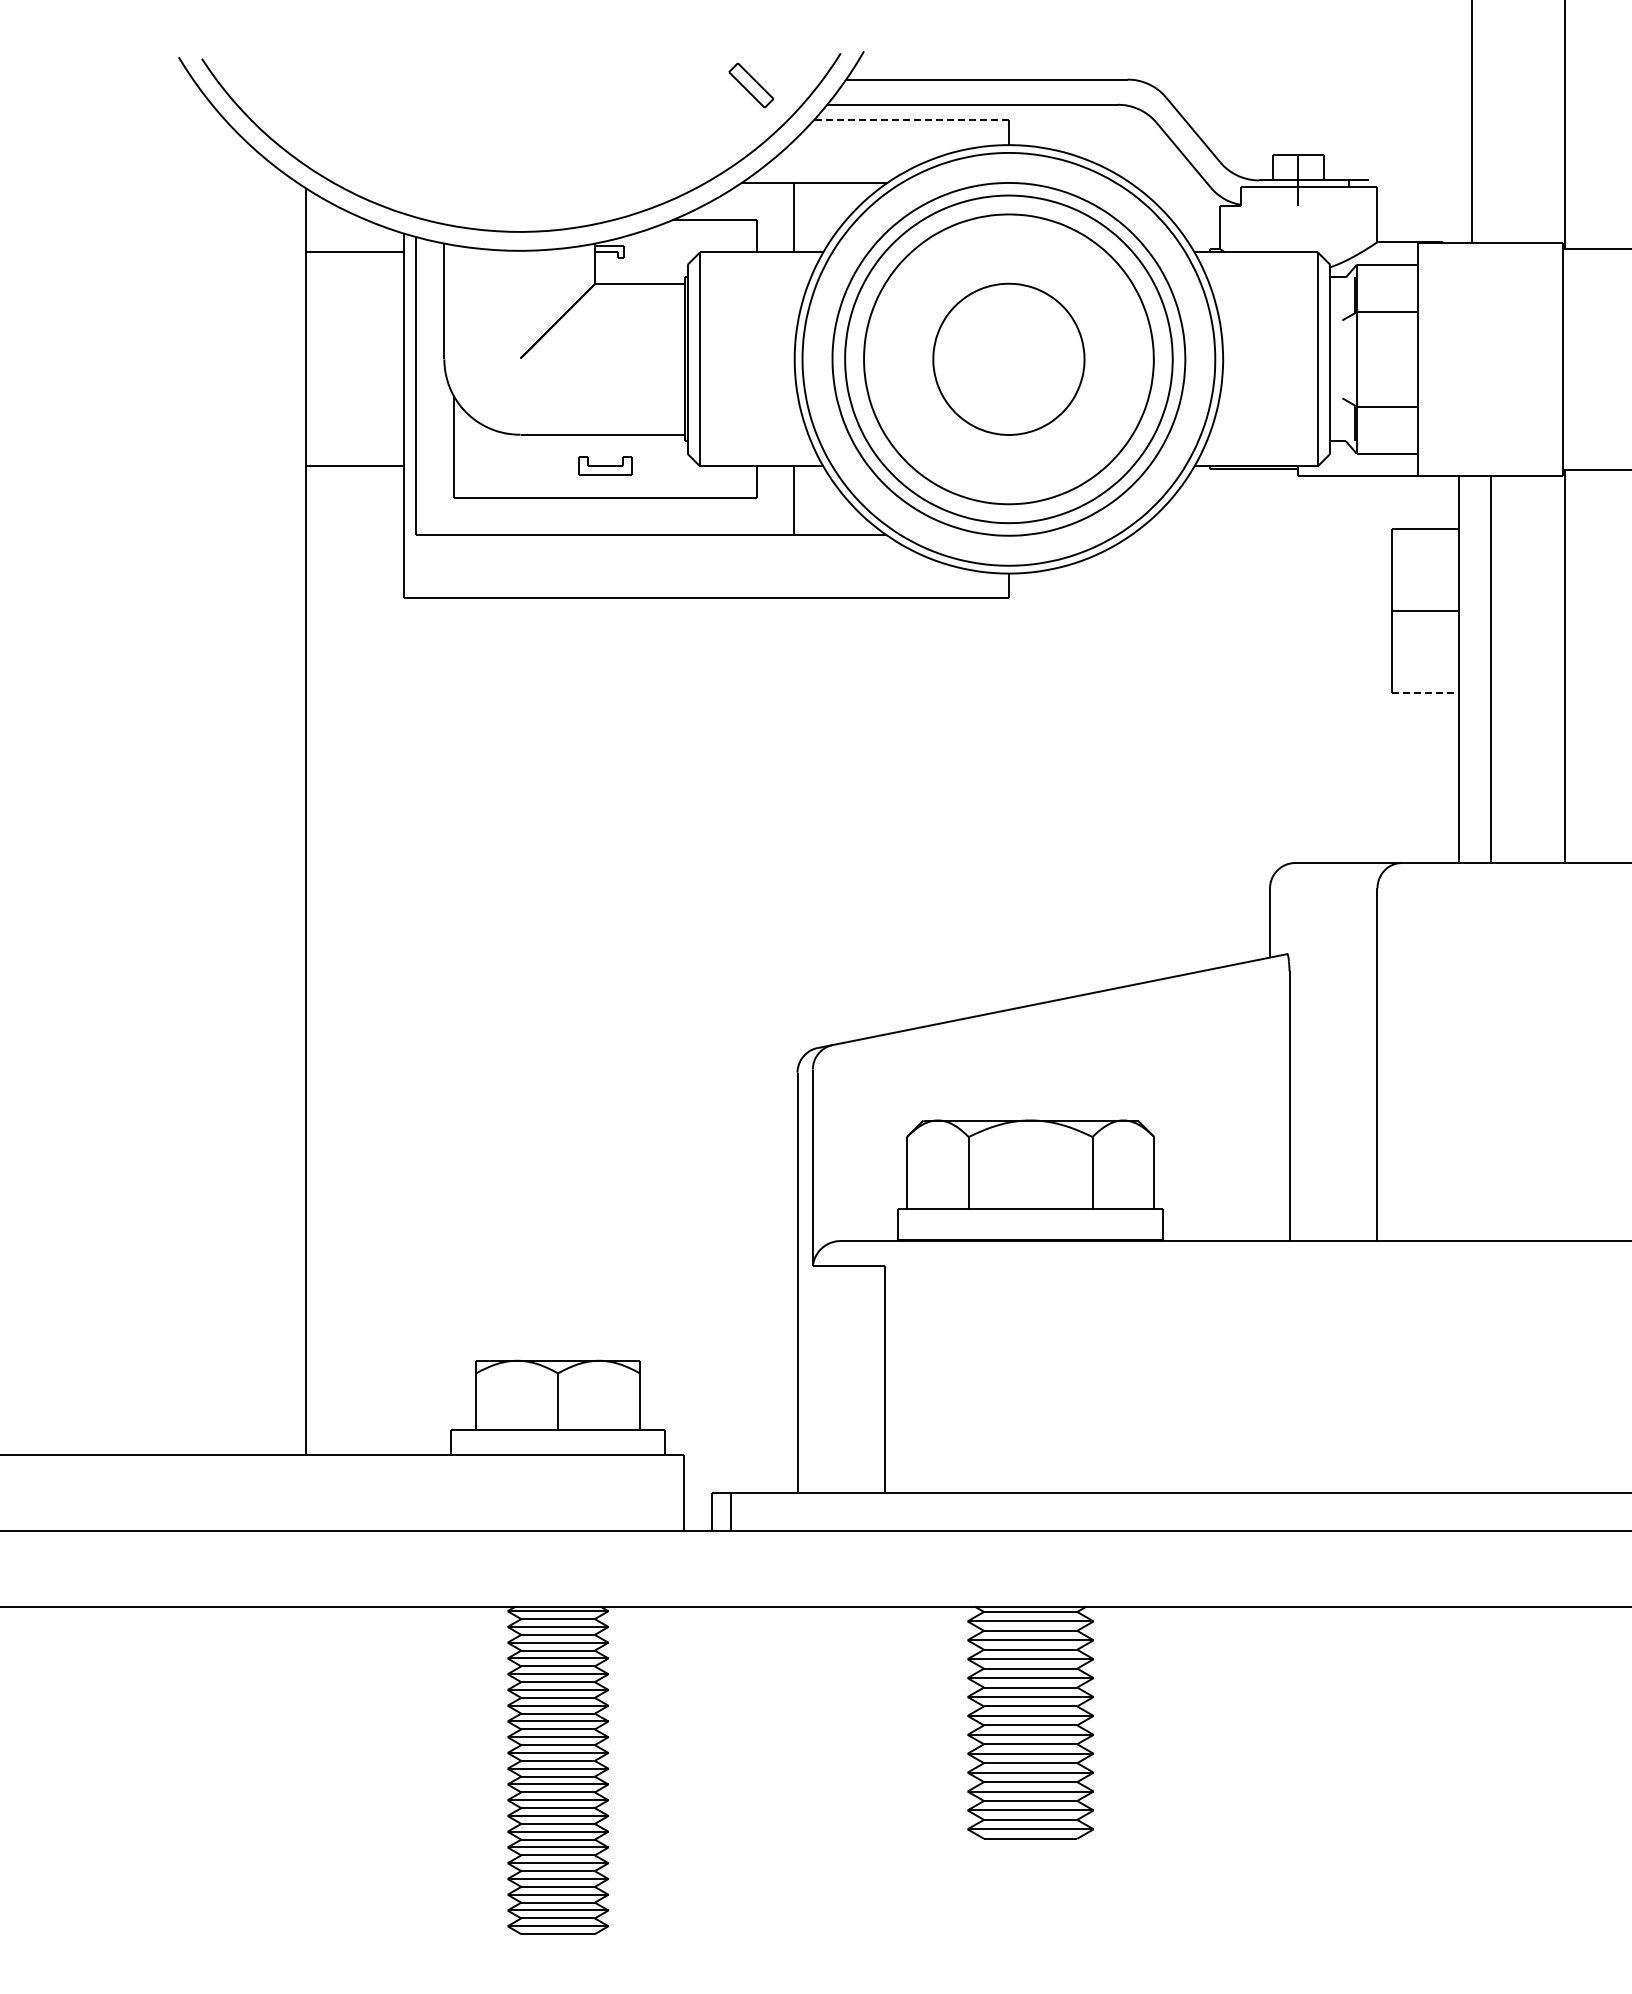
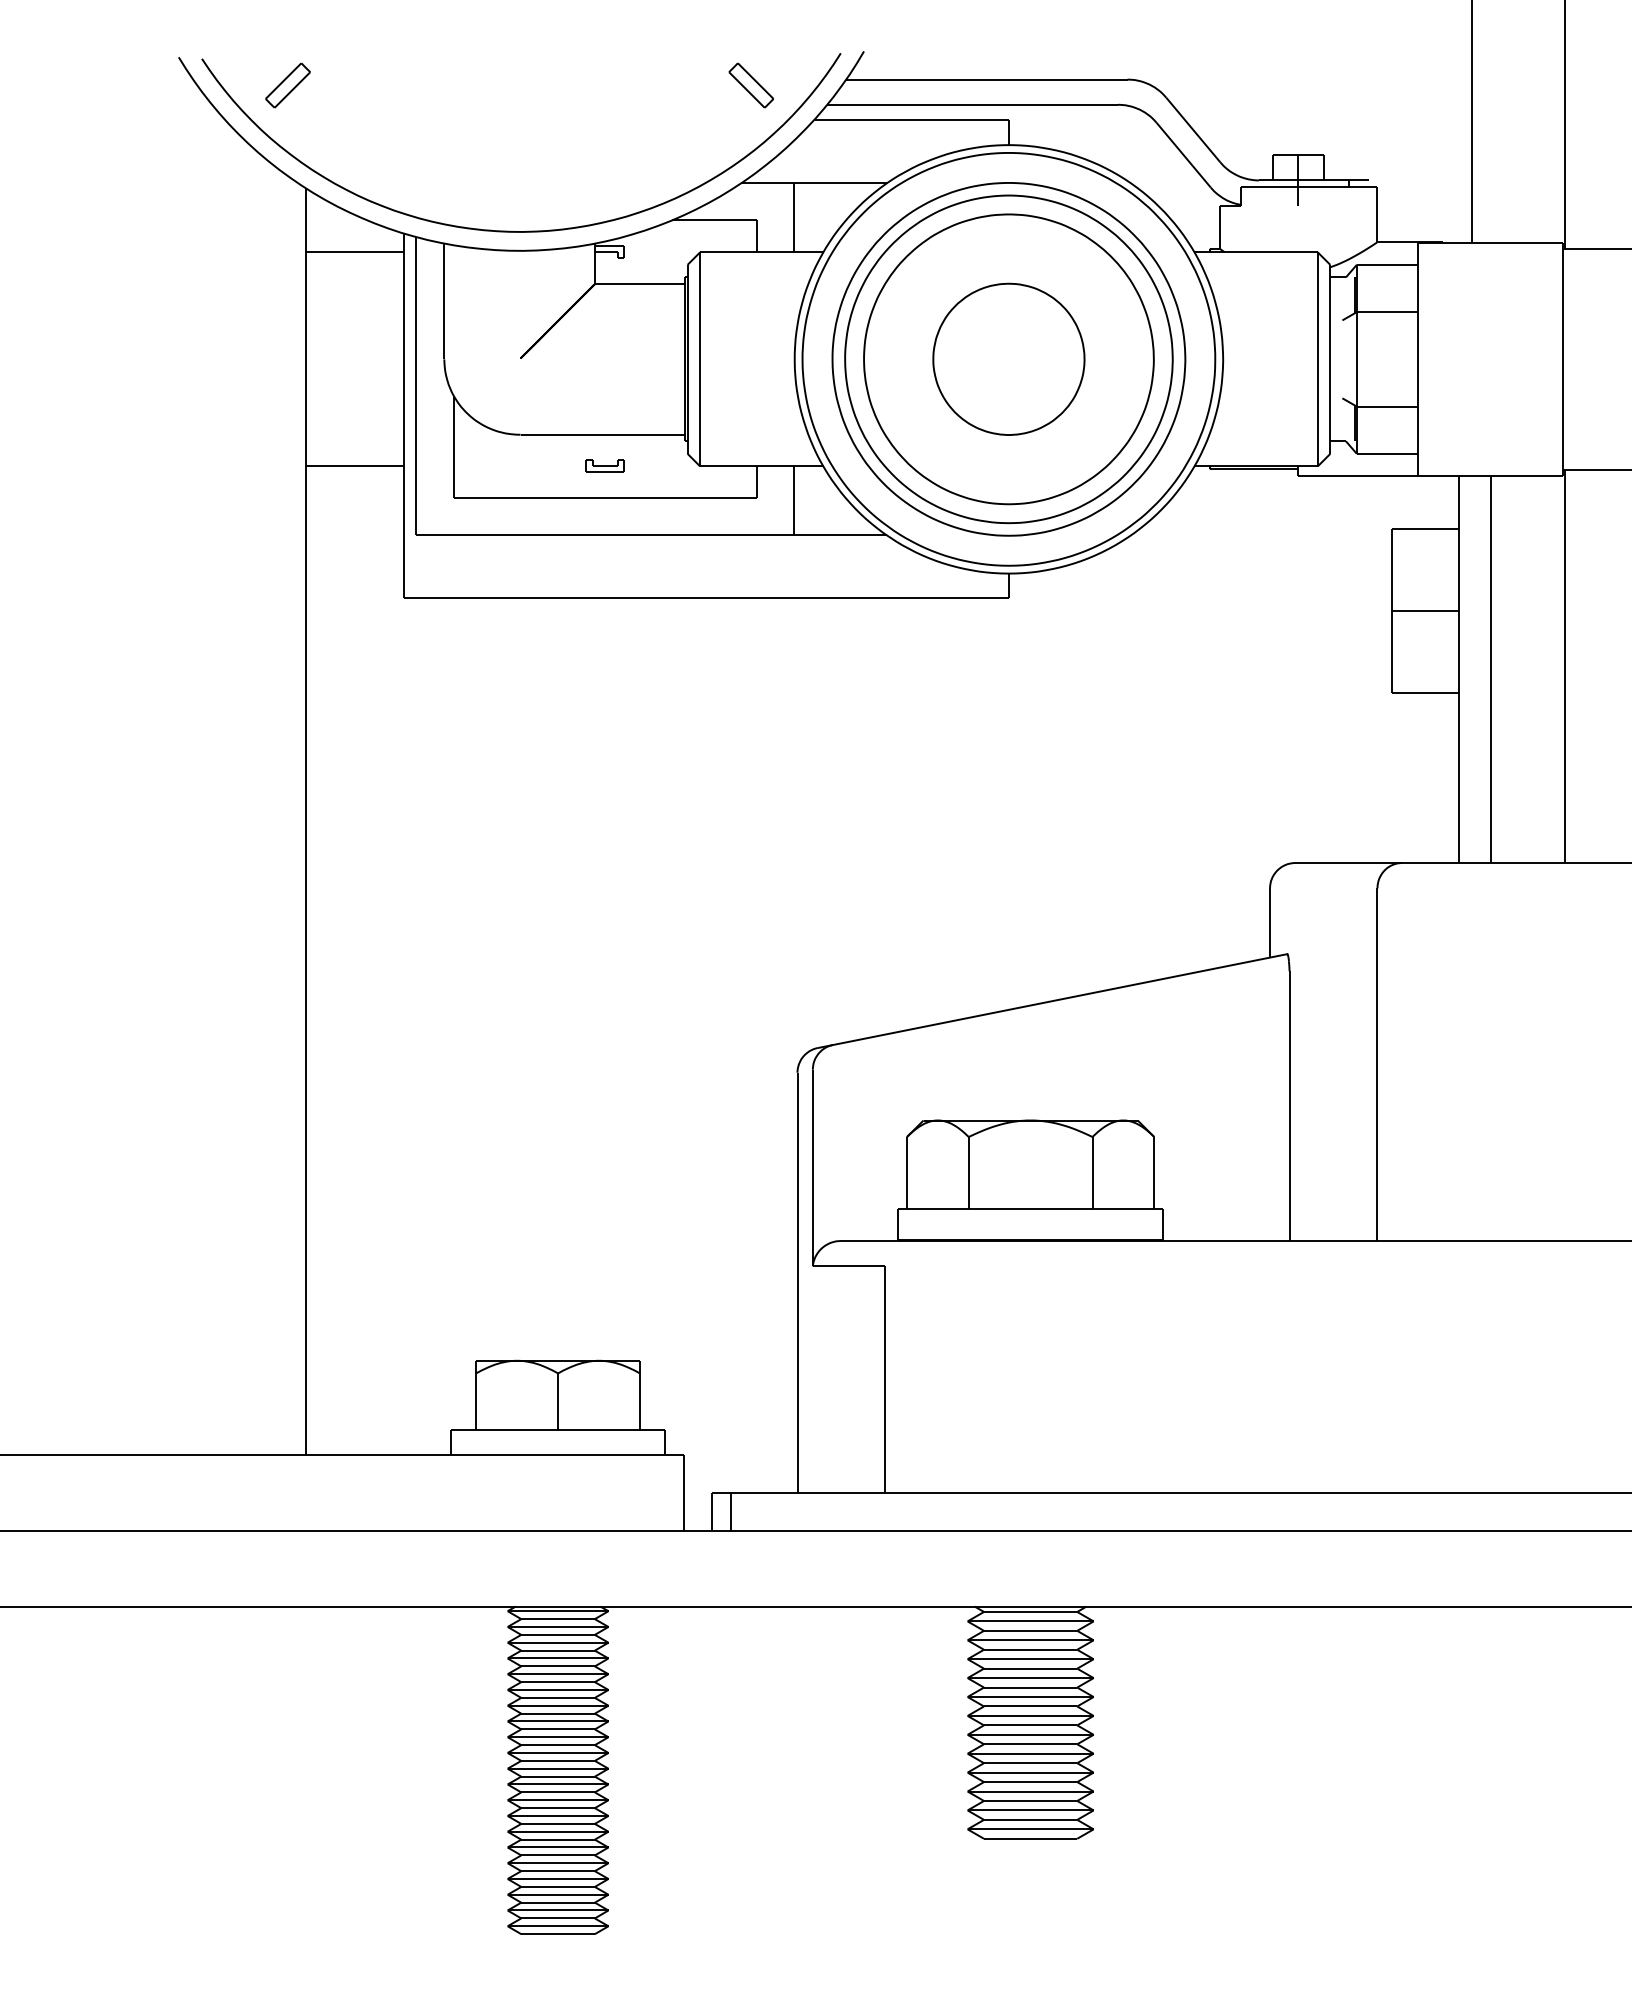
part at (287, 85): none -> present
line at (911, 119): dashed -> solid
part at (605, 465) size: 55x20 px -> 40x14 px
line at (1426, 692): dashed -> solid
